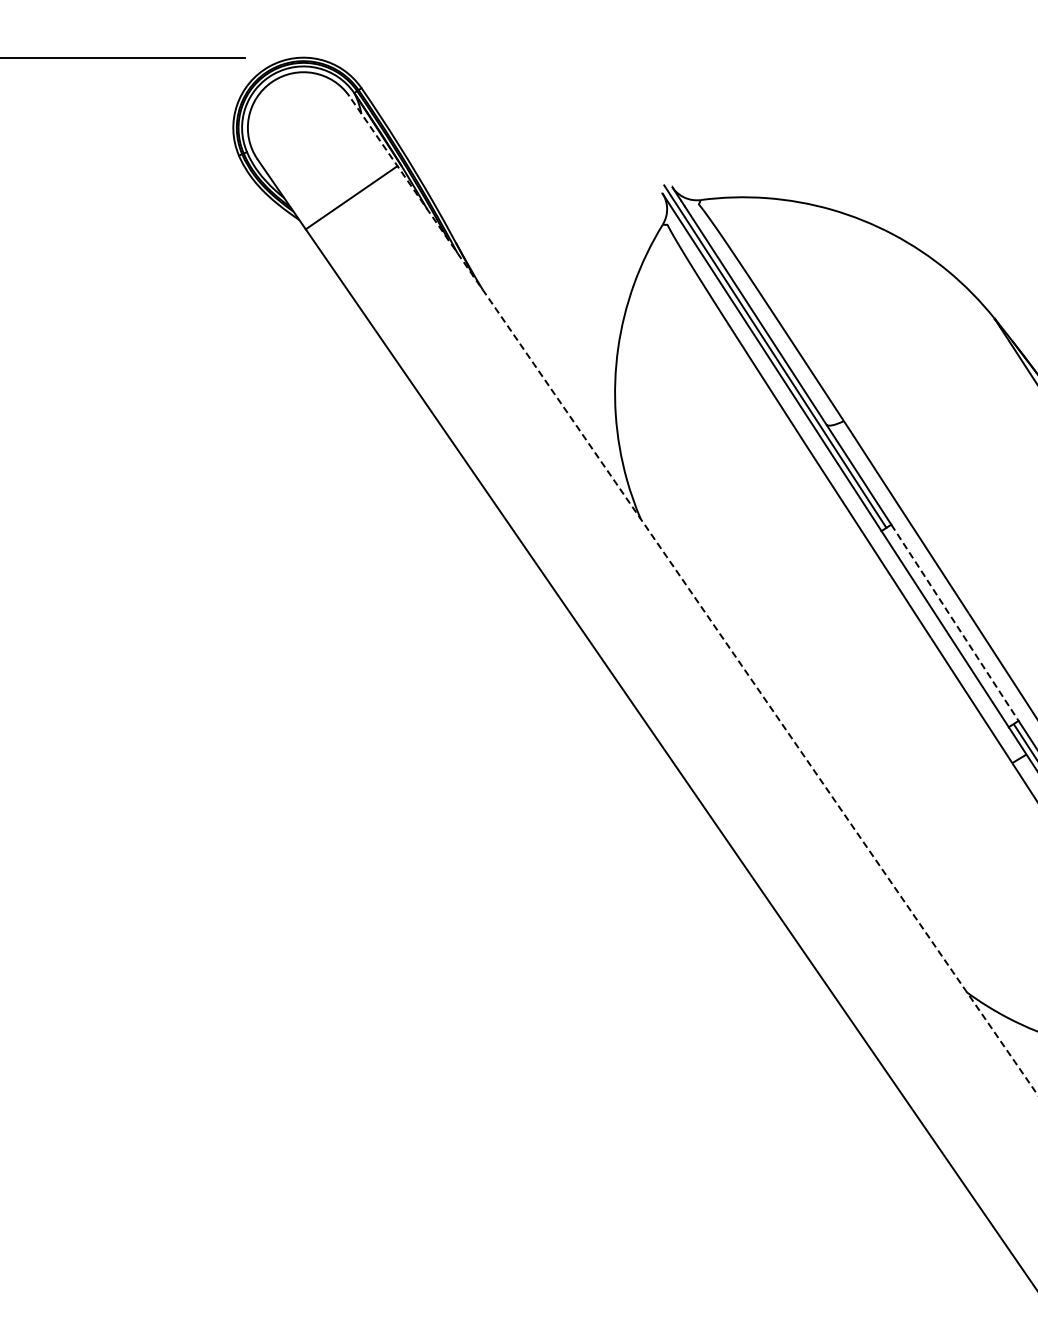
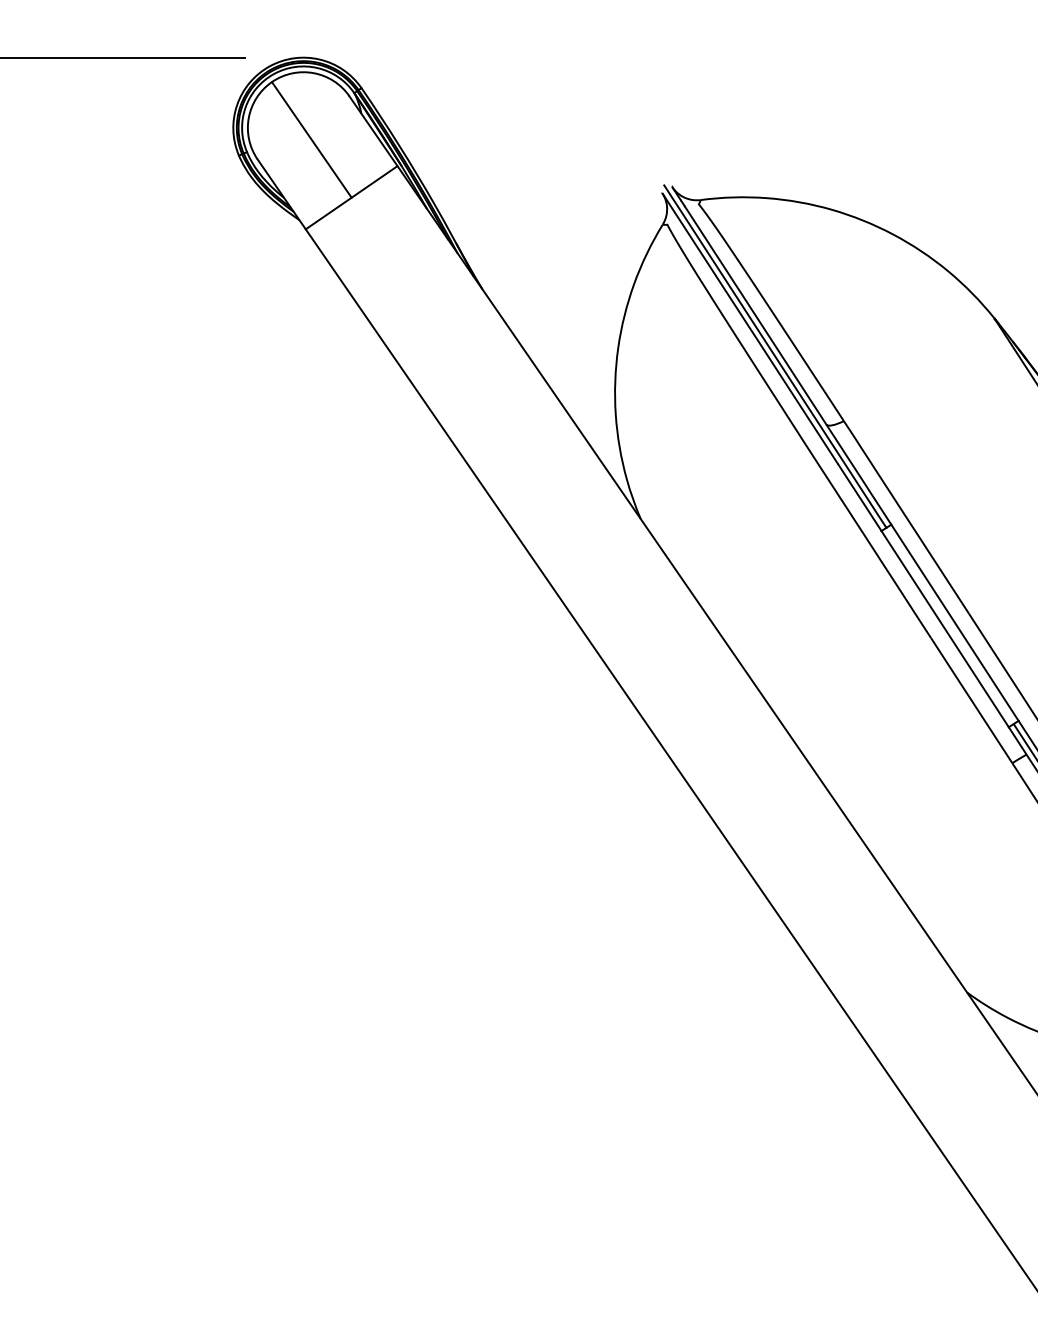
line at (311, 139): none -> present
line at (693, 595): dashed -> solid
line at (954, 622): dashed -> solid
